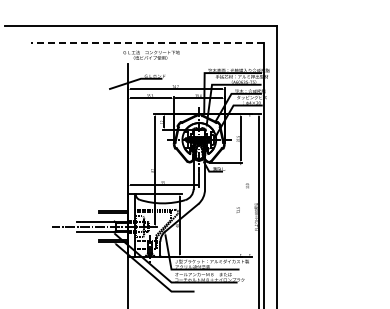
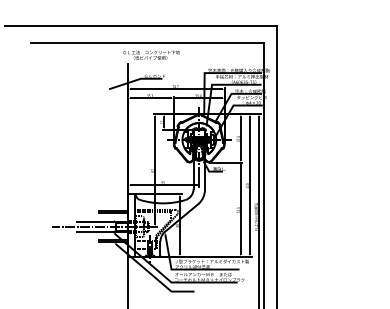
line at (147, 42): dashed -> solid
line at (249, 184): none -> present
line at (240, 209): none -> present
